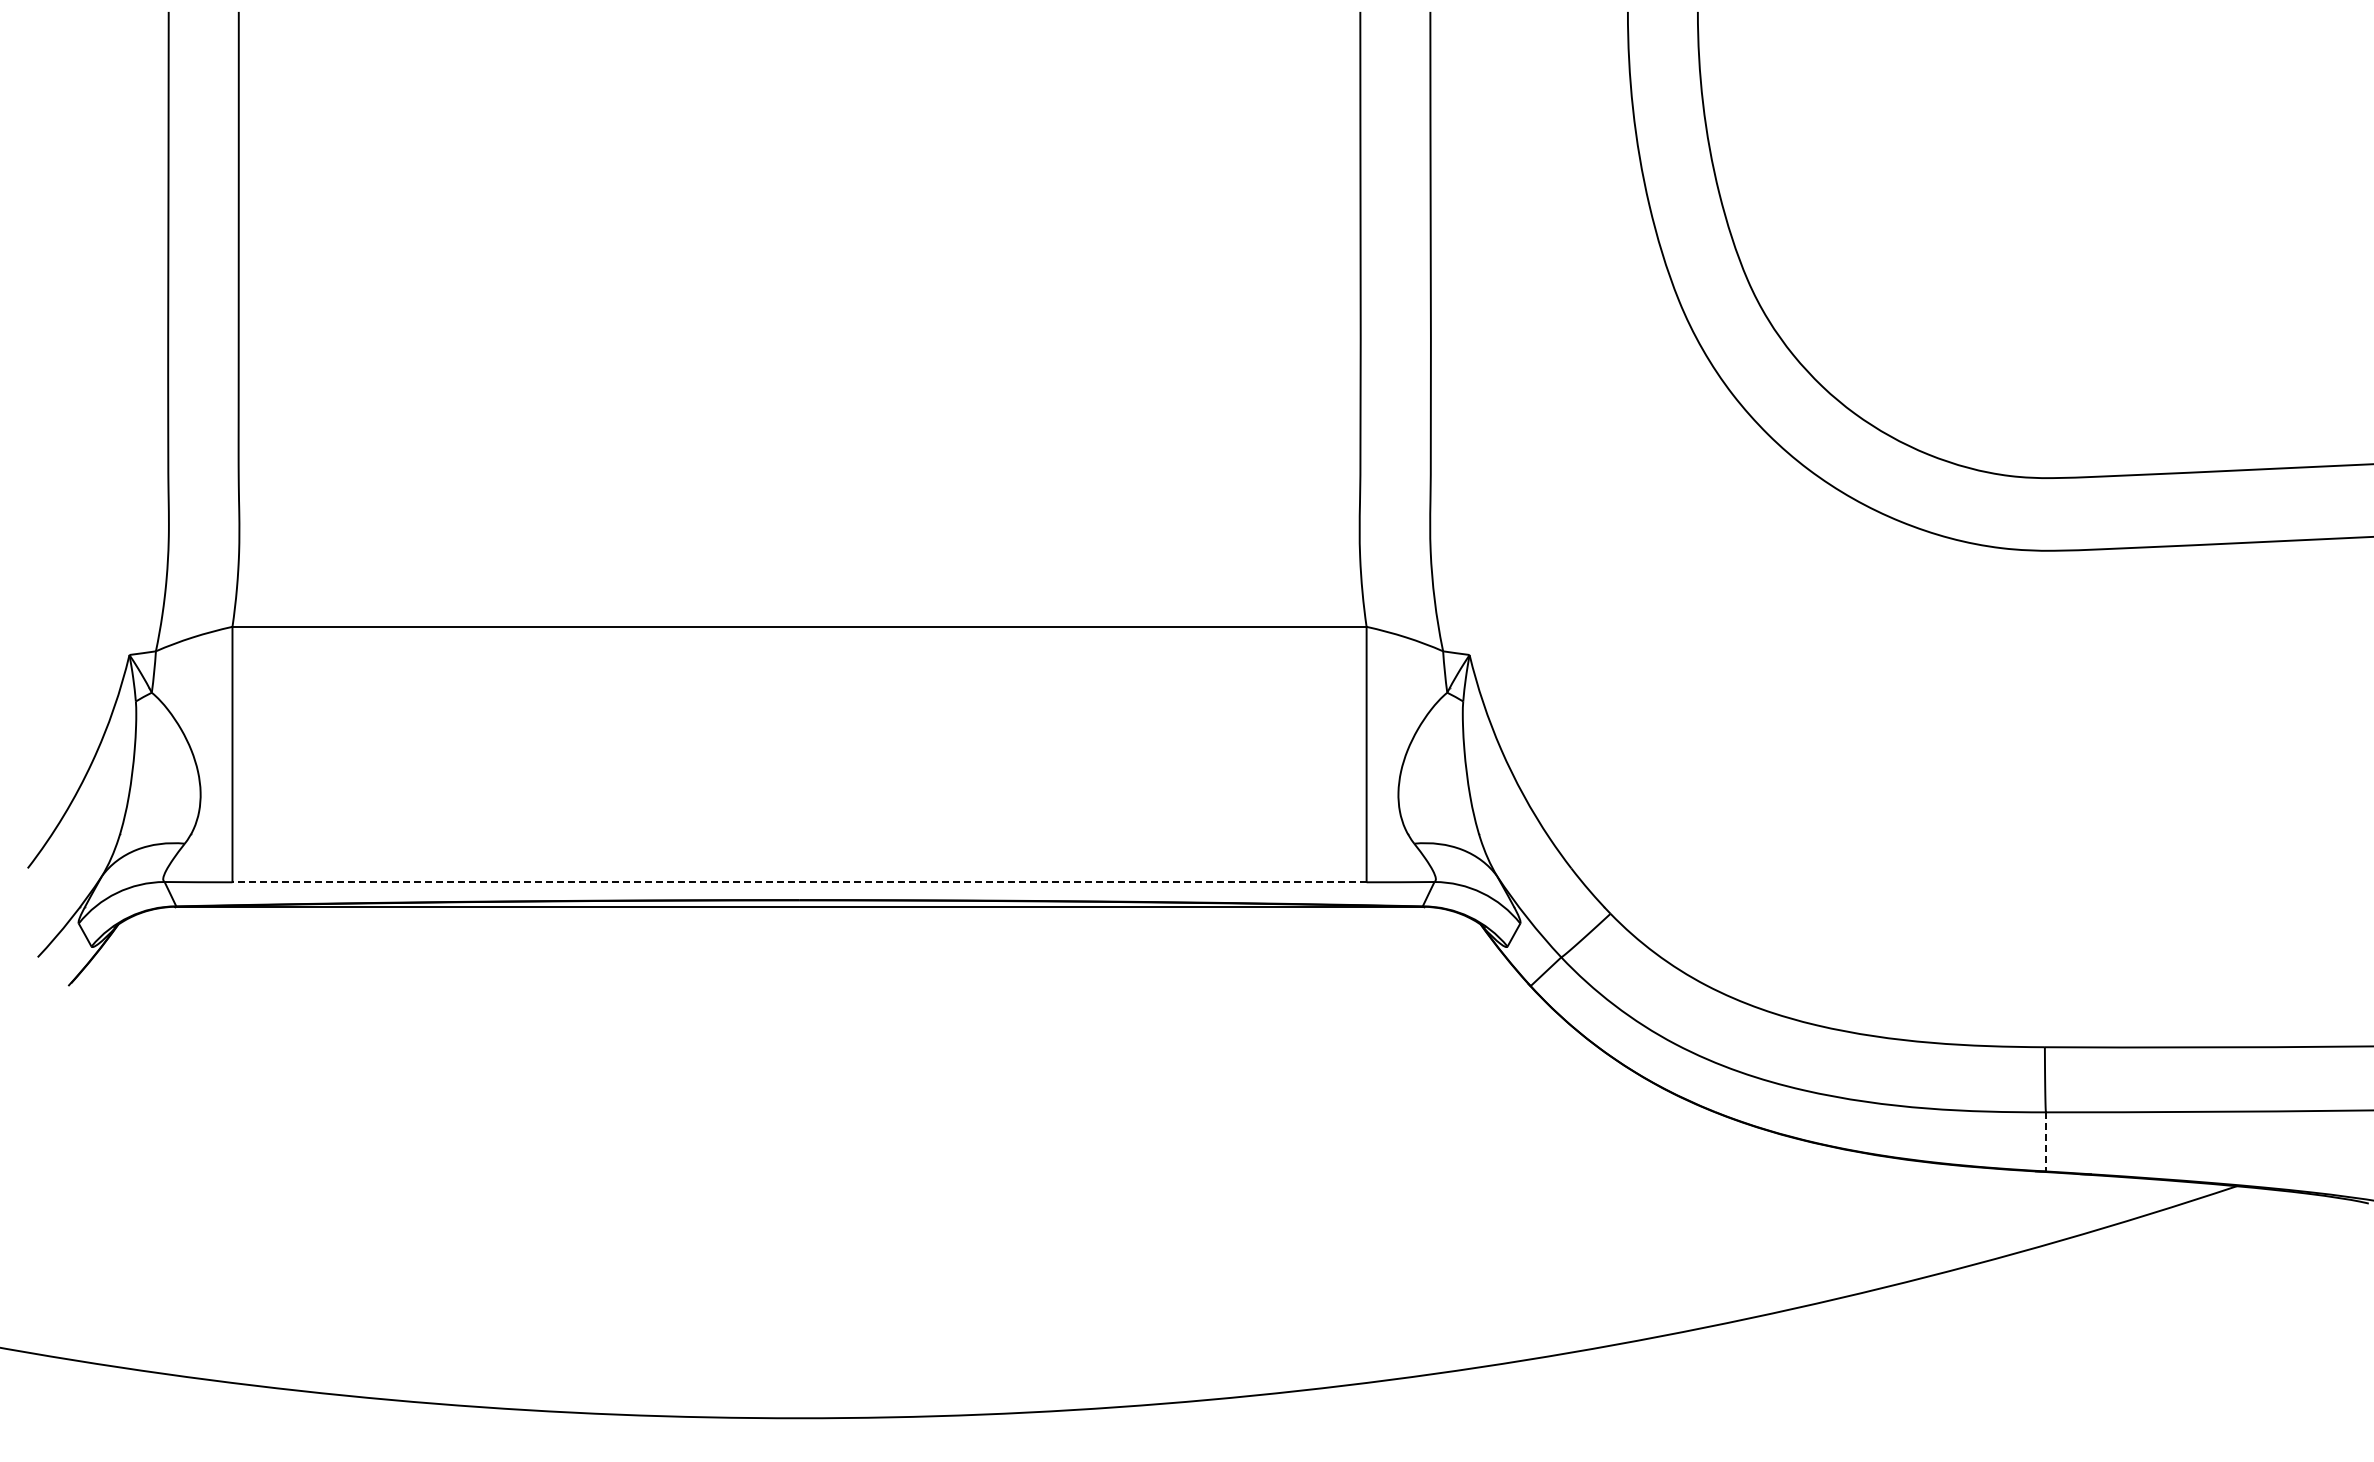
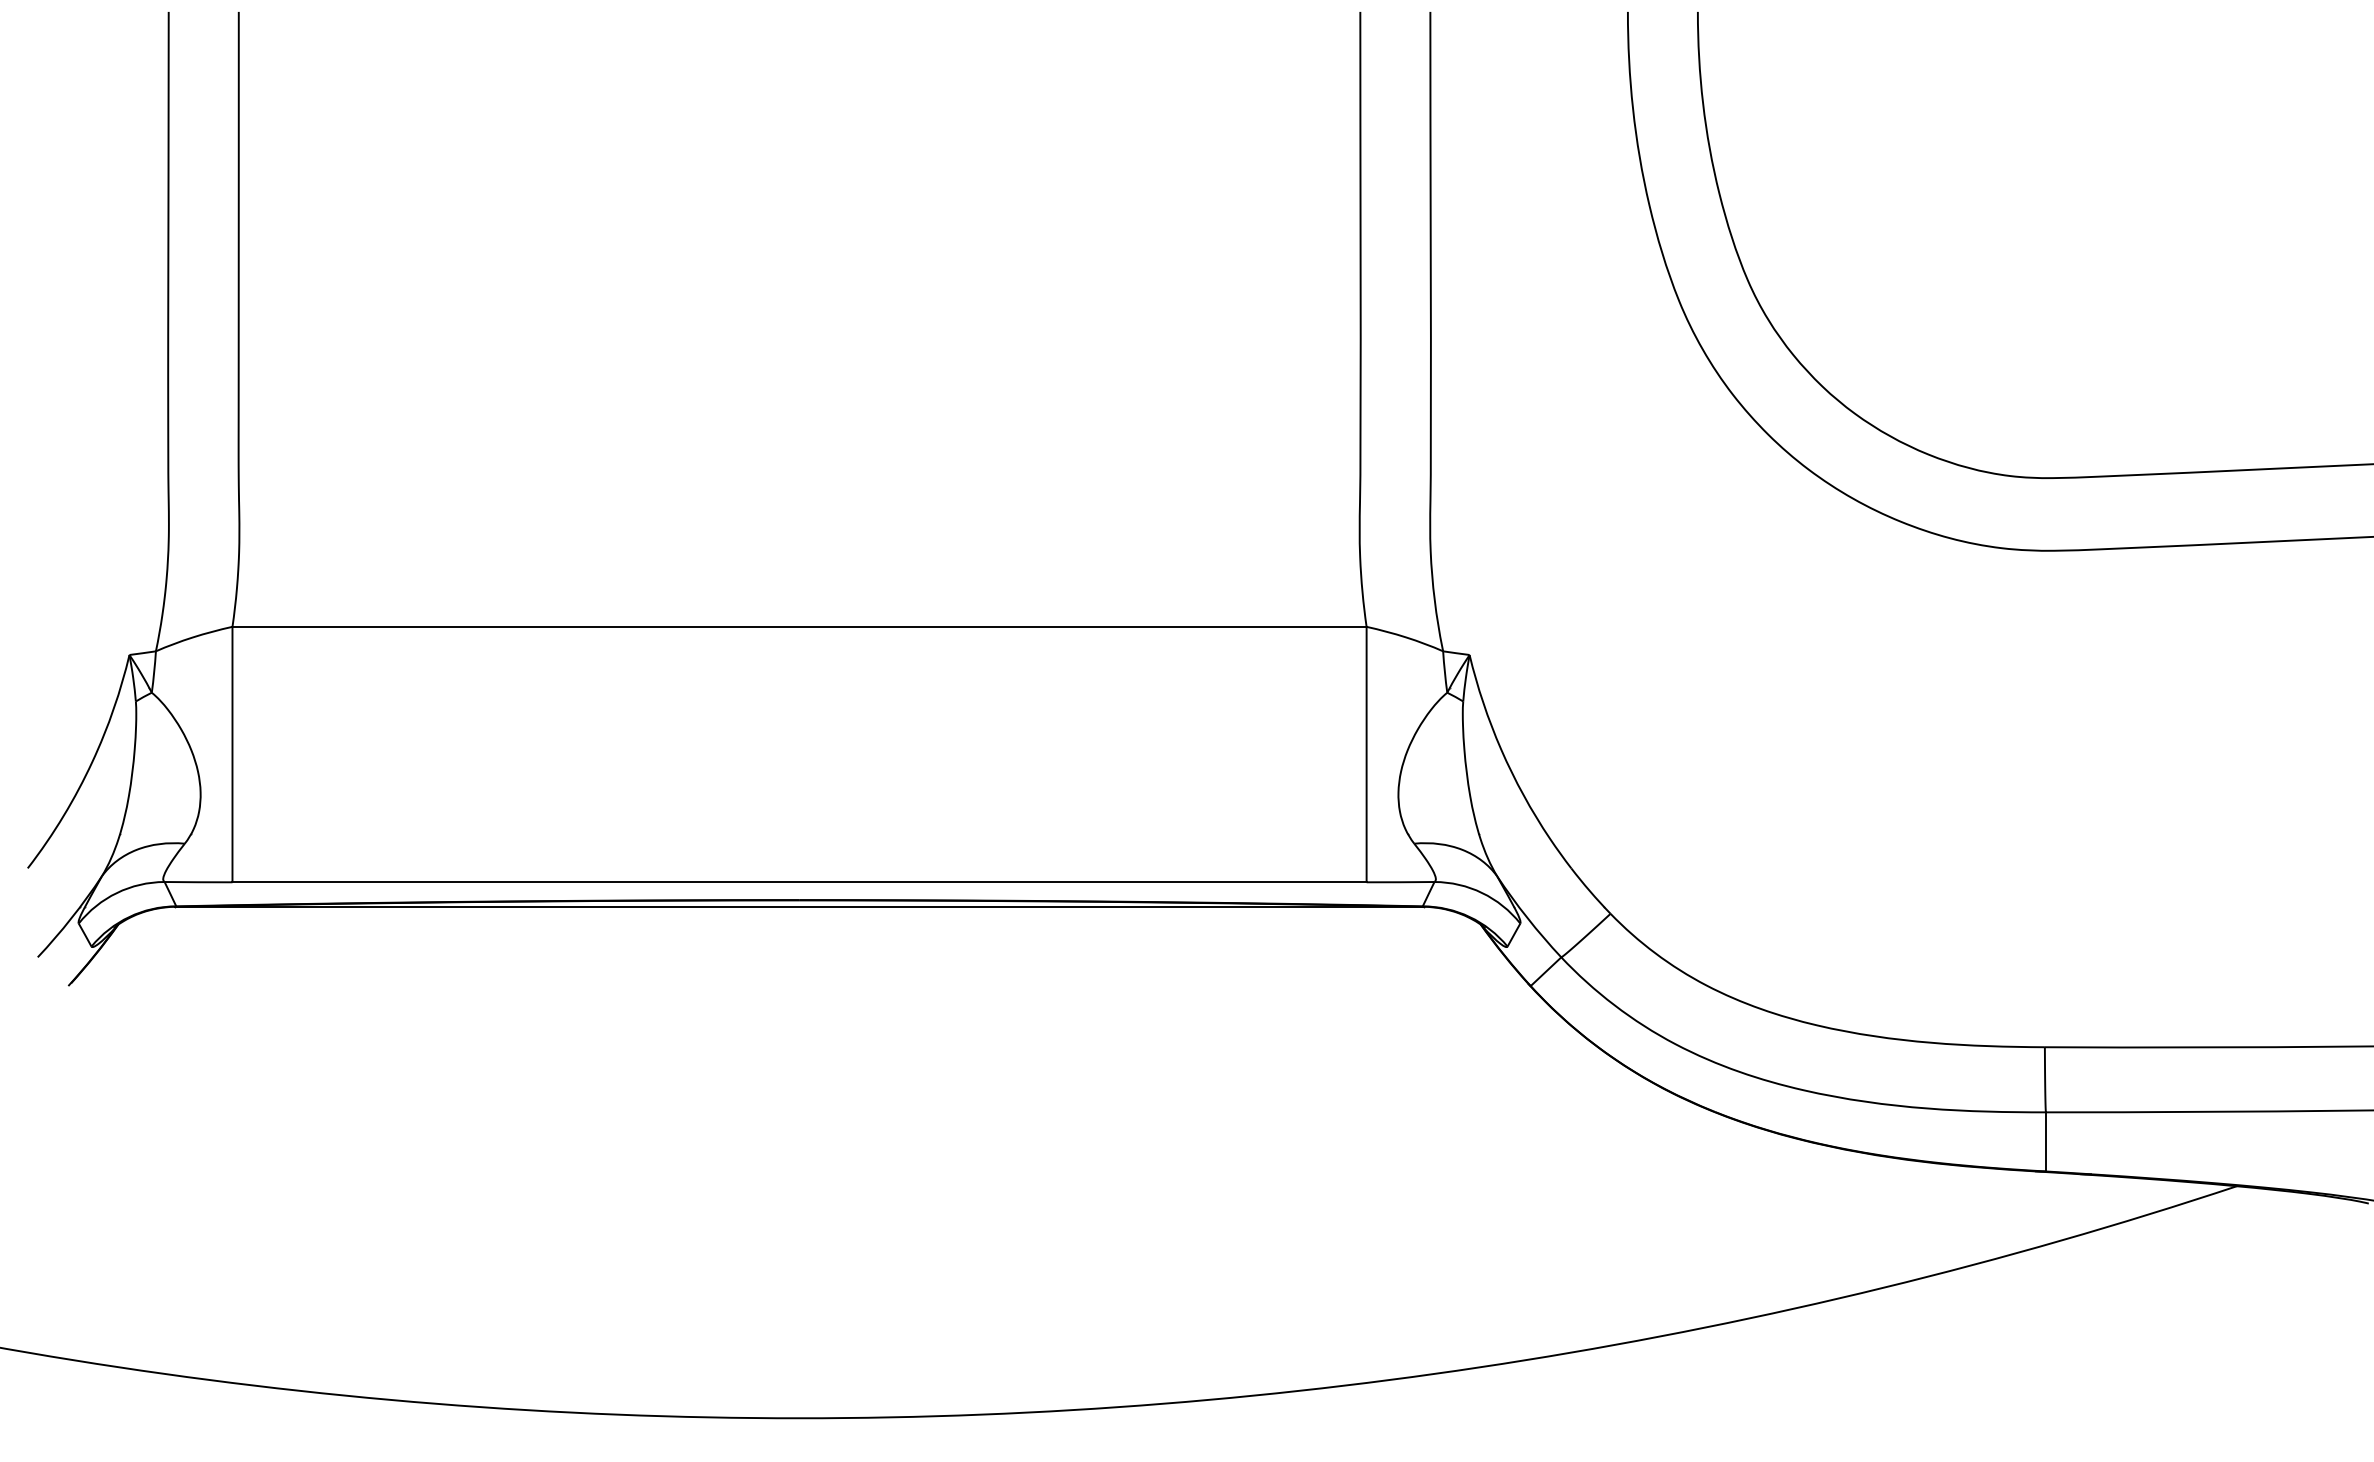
line at (799, 882): dashed -> solid
line at (2045, 1141): dashed -> solid
